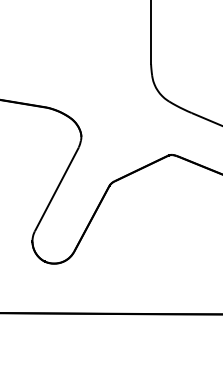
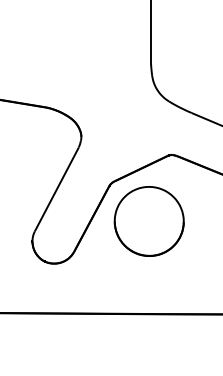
part at (148, 221): none -> present
